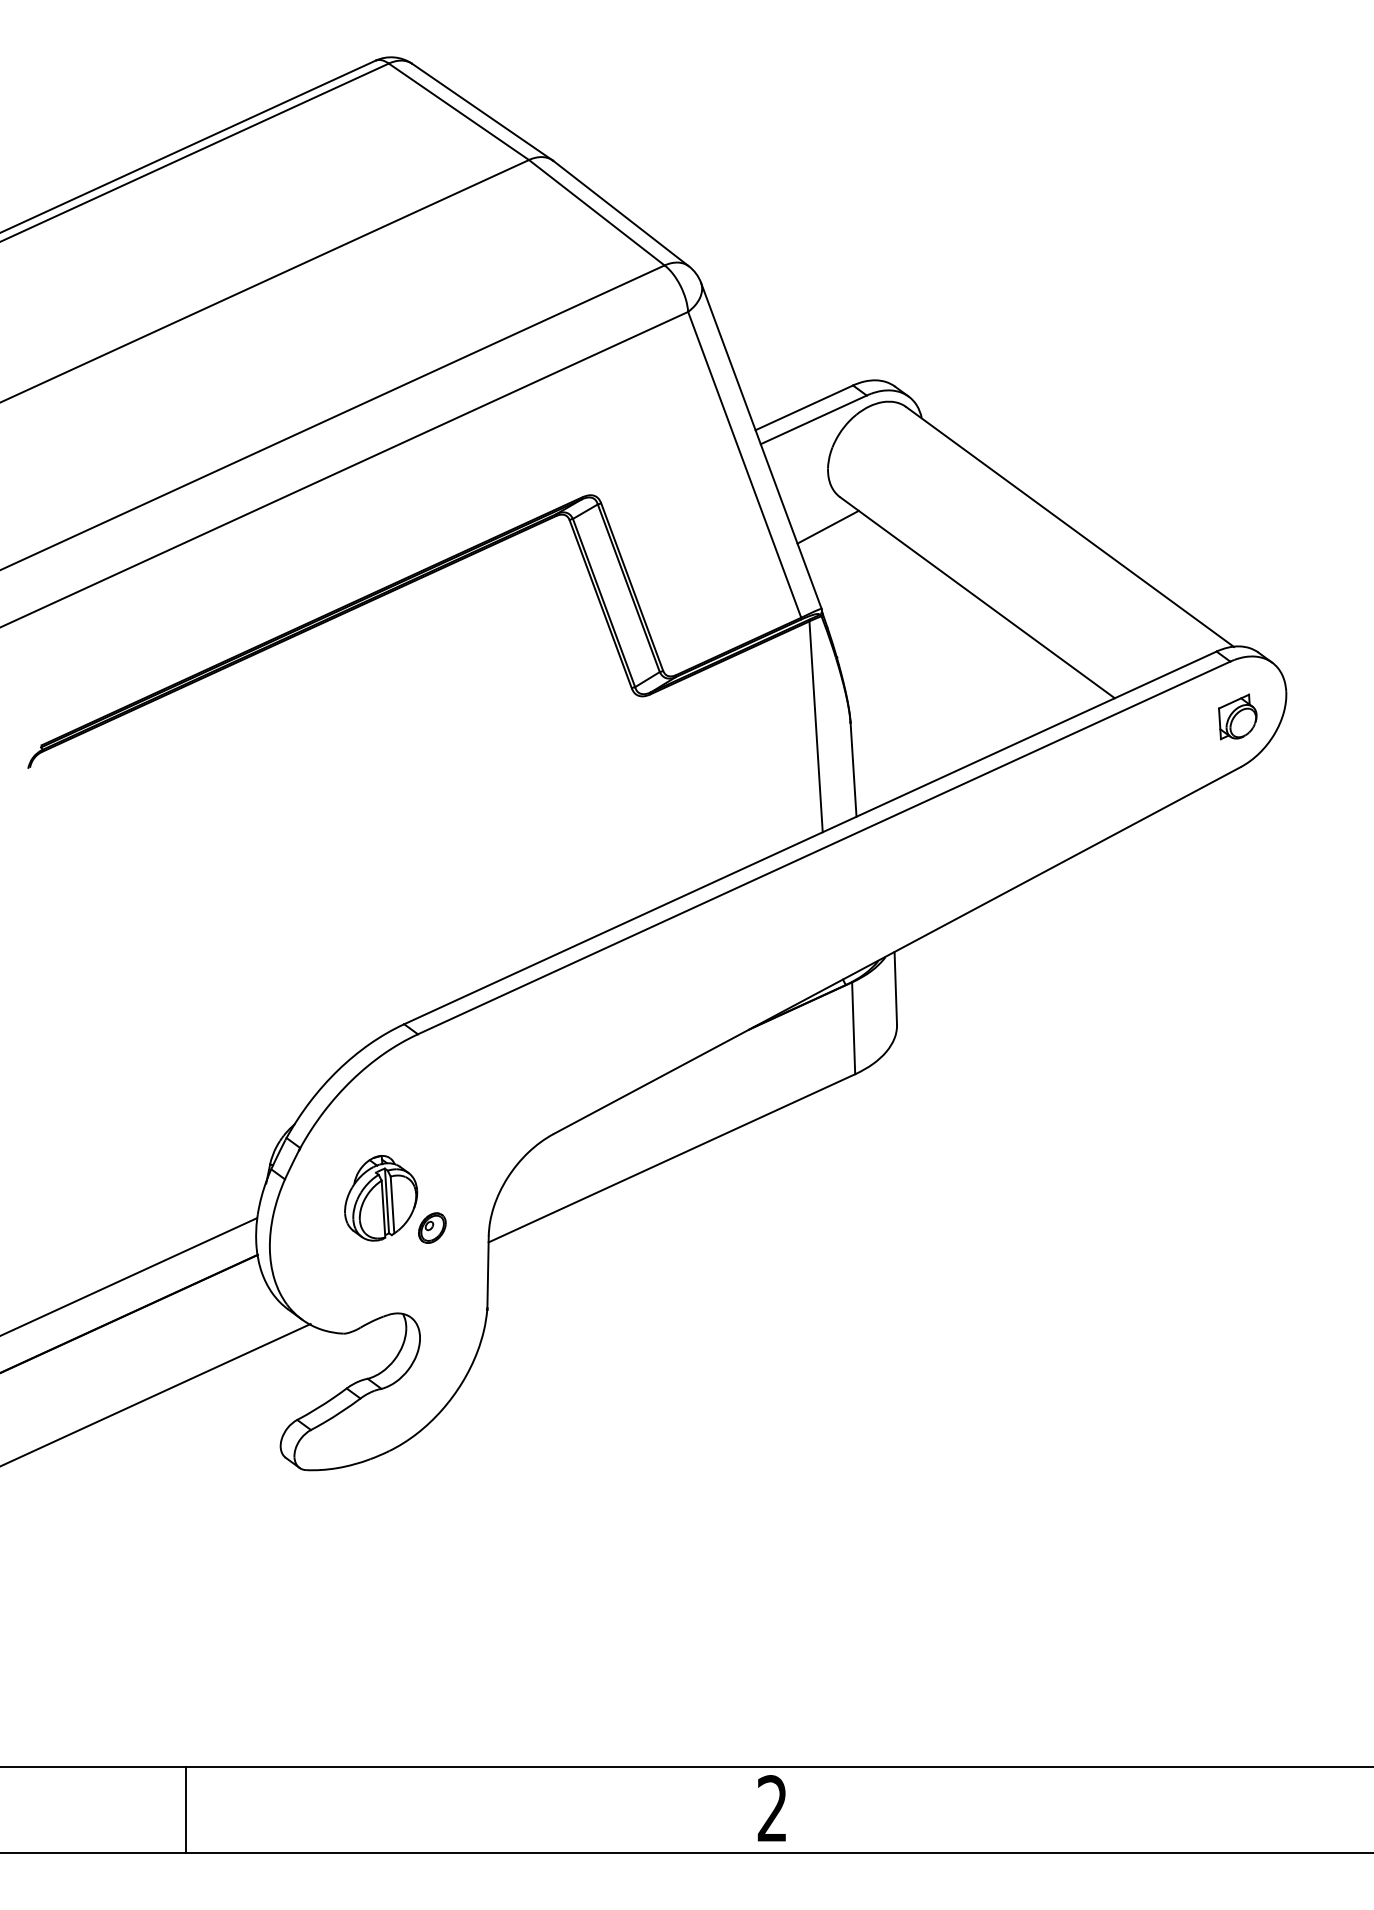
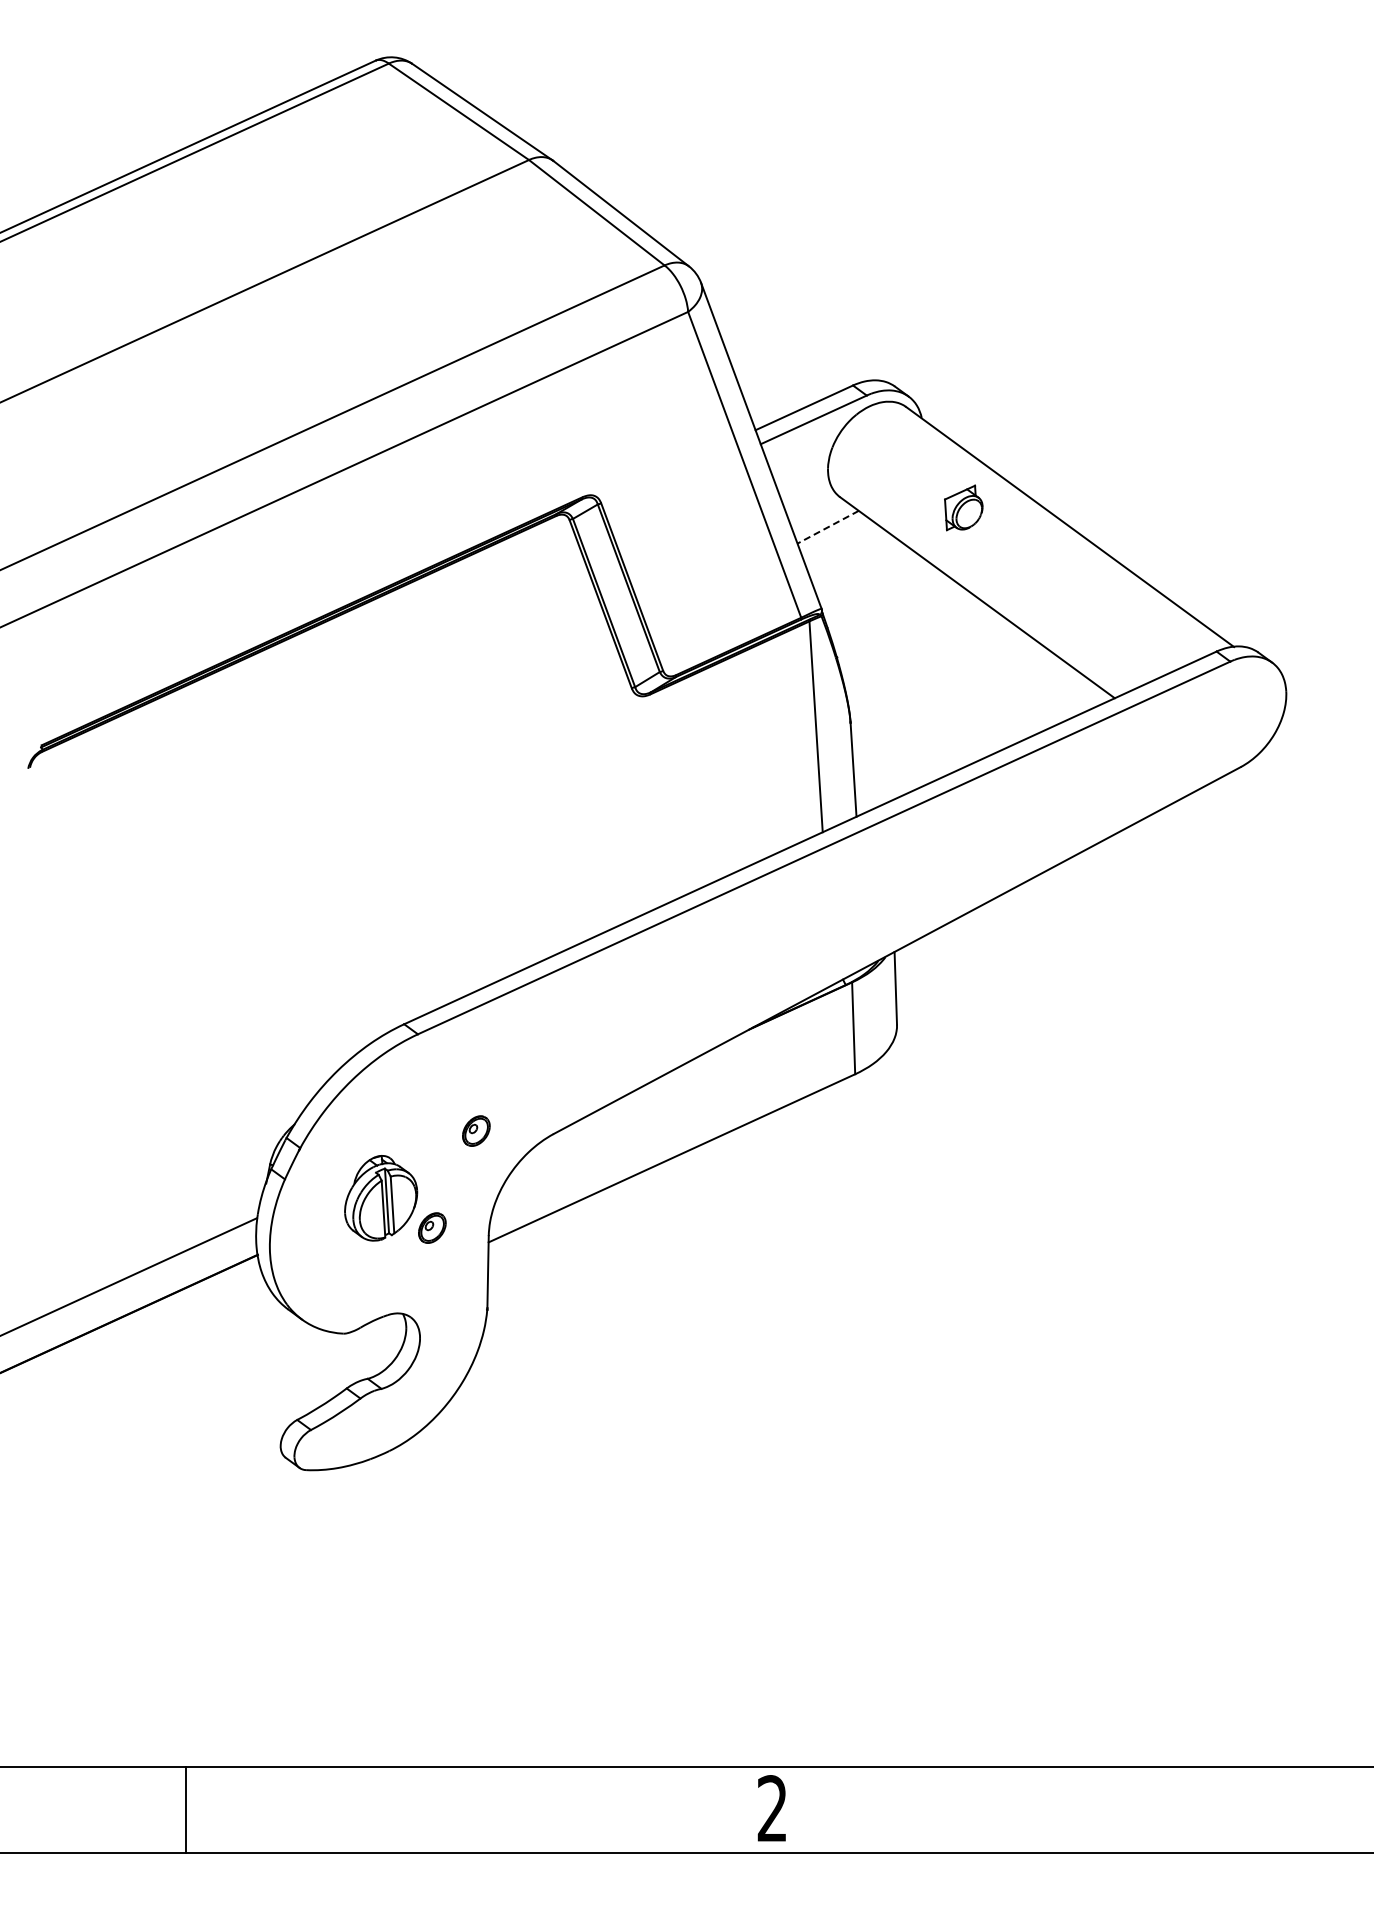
line at (828, 527): solid -> dashed
part at (1237, 716) position: (1237, 716) -> (963, 507)
part at (476, 1130): none -> present
line at (156, 1394): present -> none
